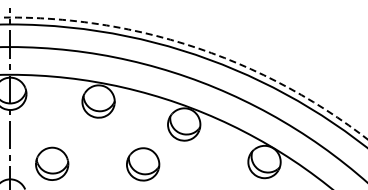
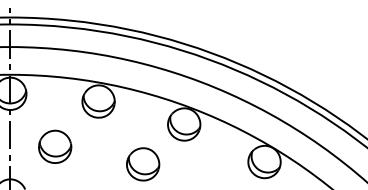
circle at (183, 78): dashed -> solid
part at (52, 163) position: (52, 163) -> (55, 146)
